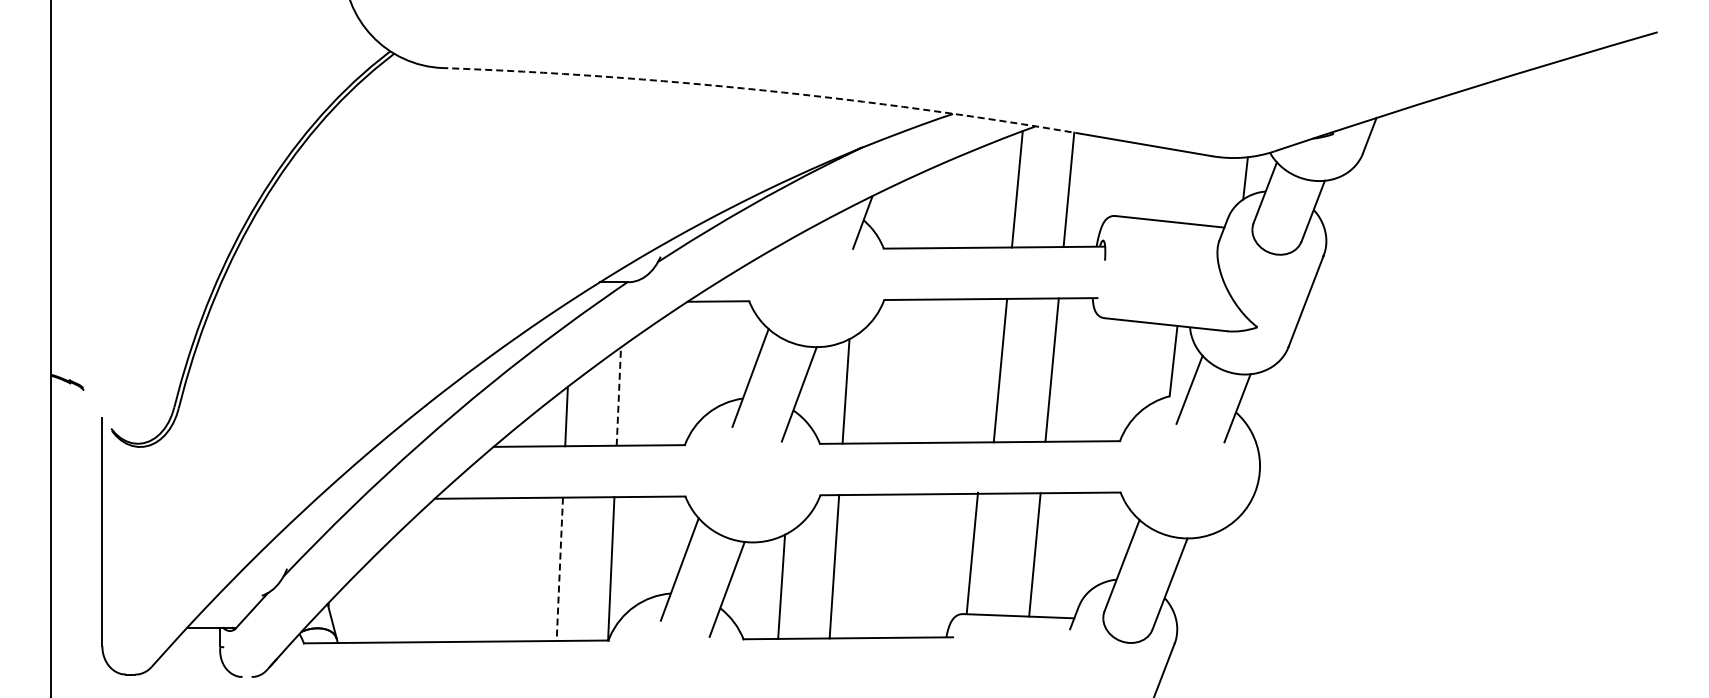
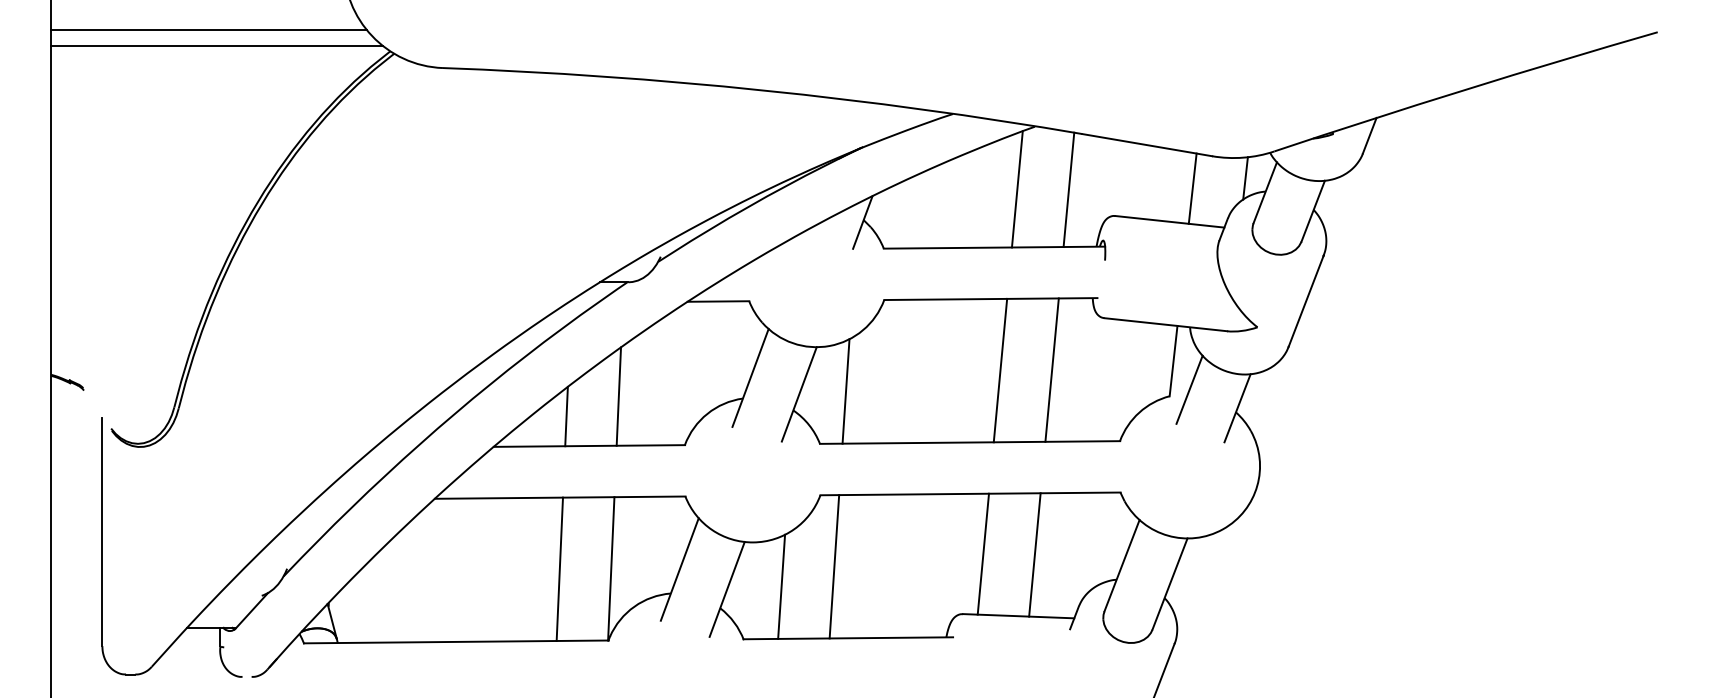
line at (208, 29): none -> present
line at (216, 45): none -> present
arc at (763, 90): dashed -> solid
line at (1192, 188): none -> present
line at (618, 396): dashed -> solid
line at (972, 552) position: (972, 552) -> (983, 553)
line at (559, 569): dashed -> solid
